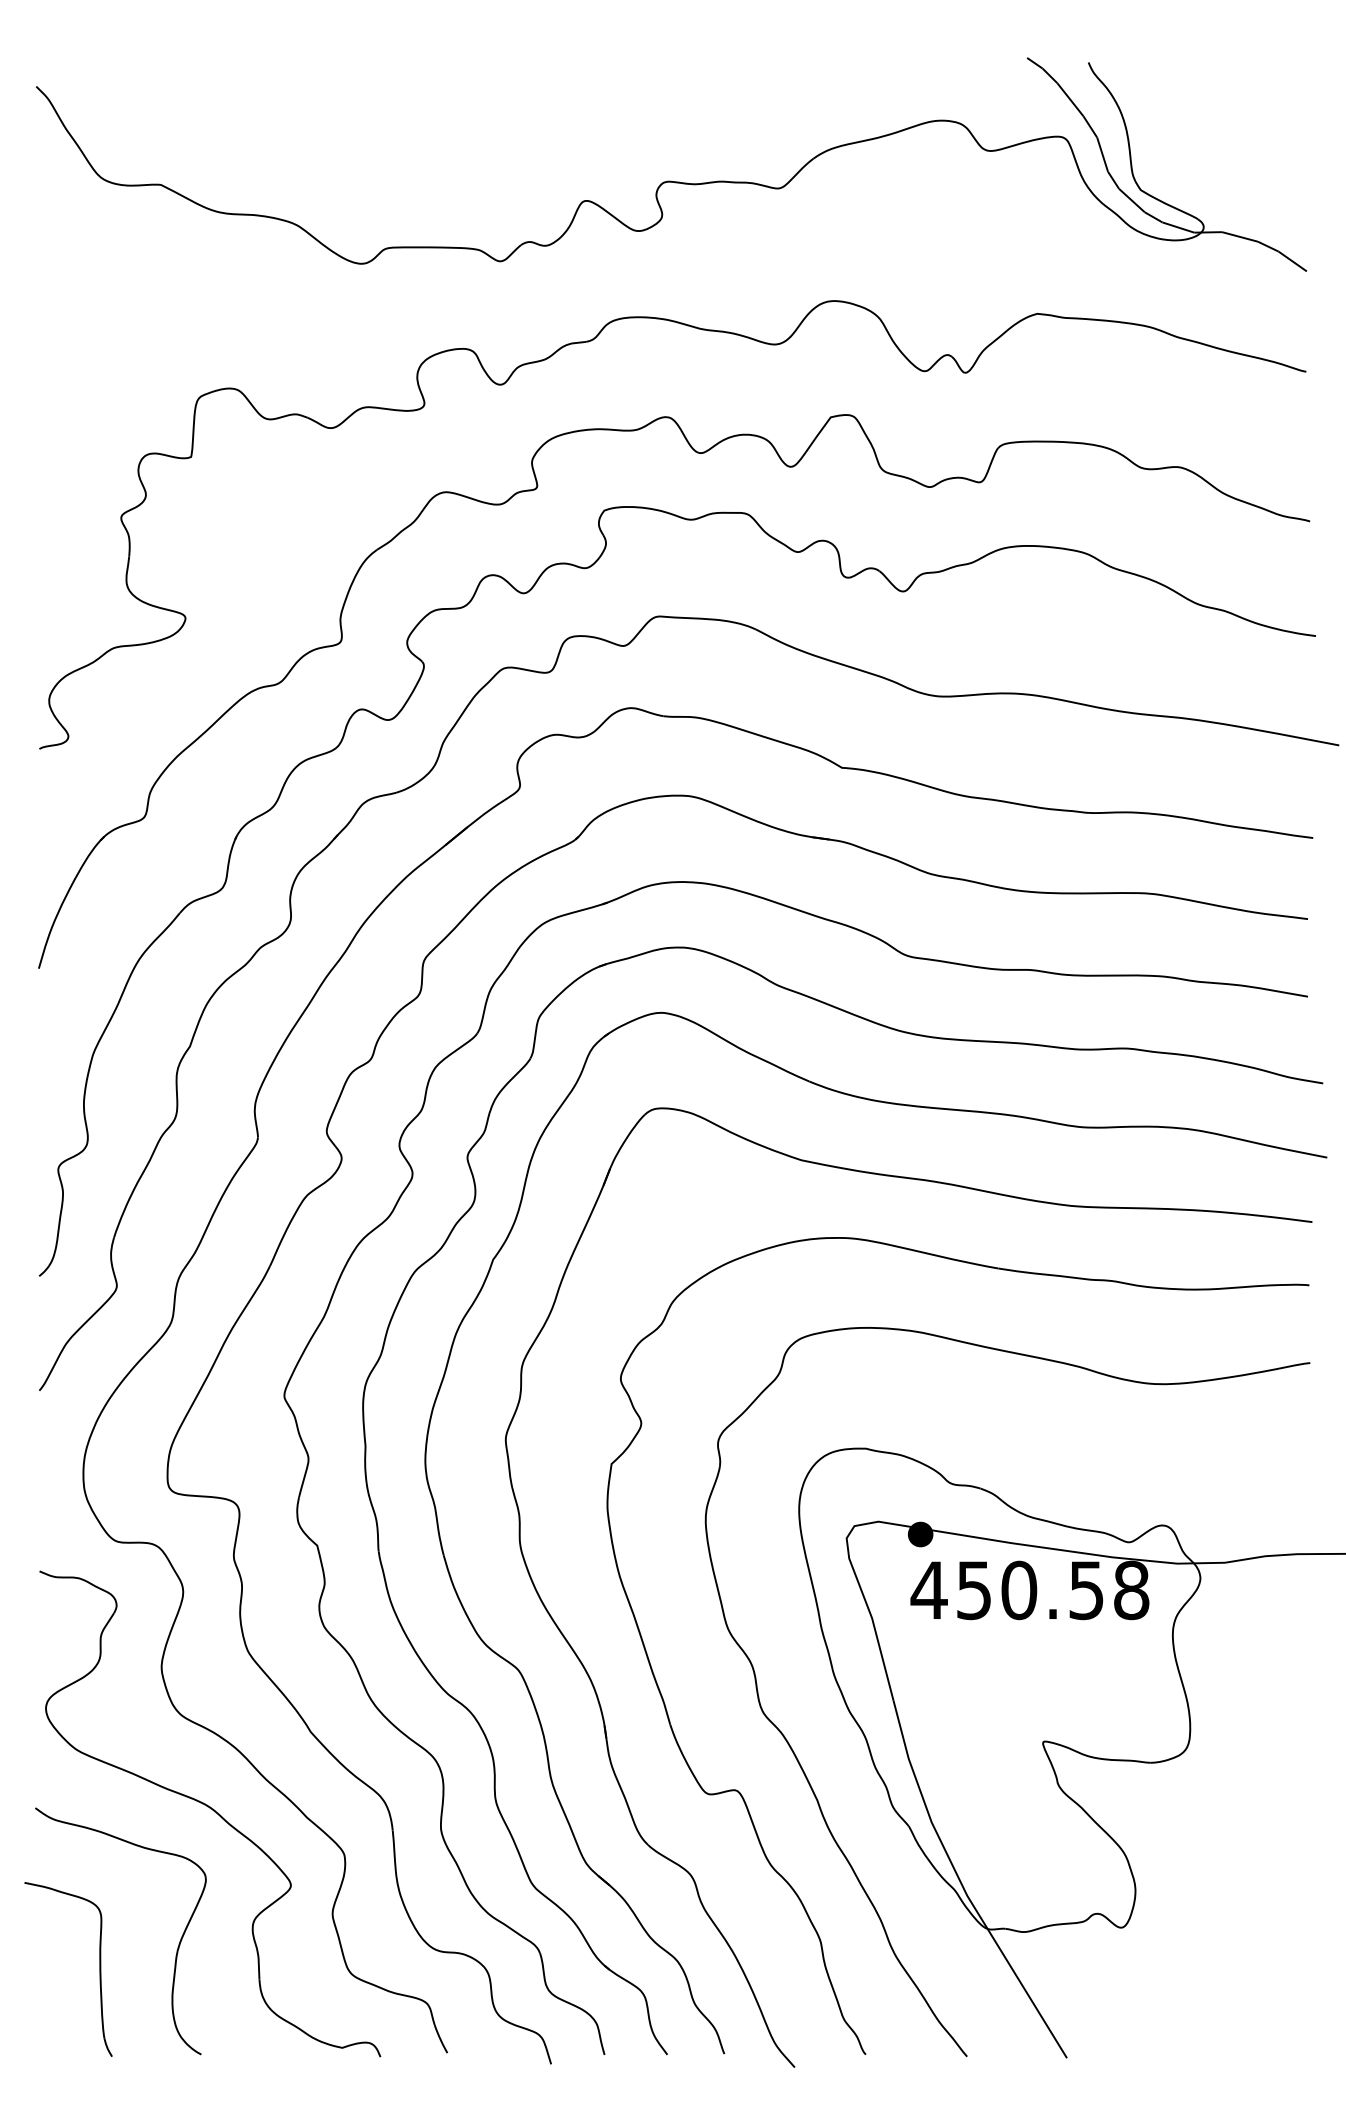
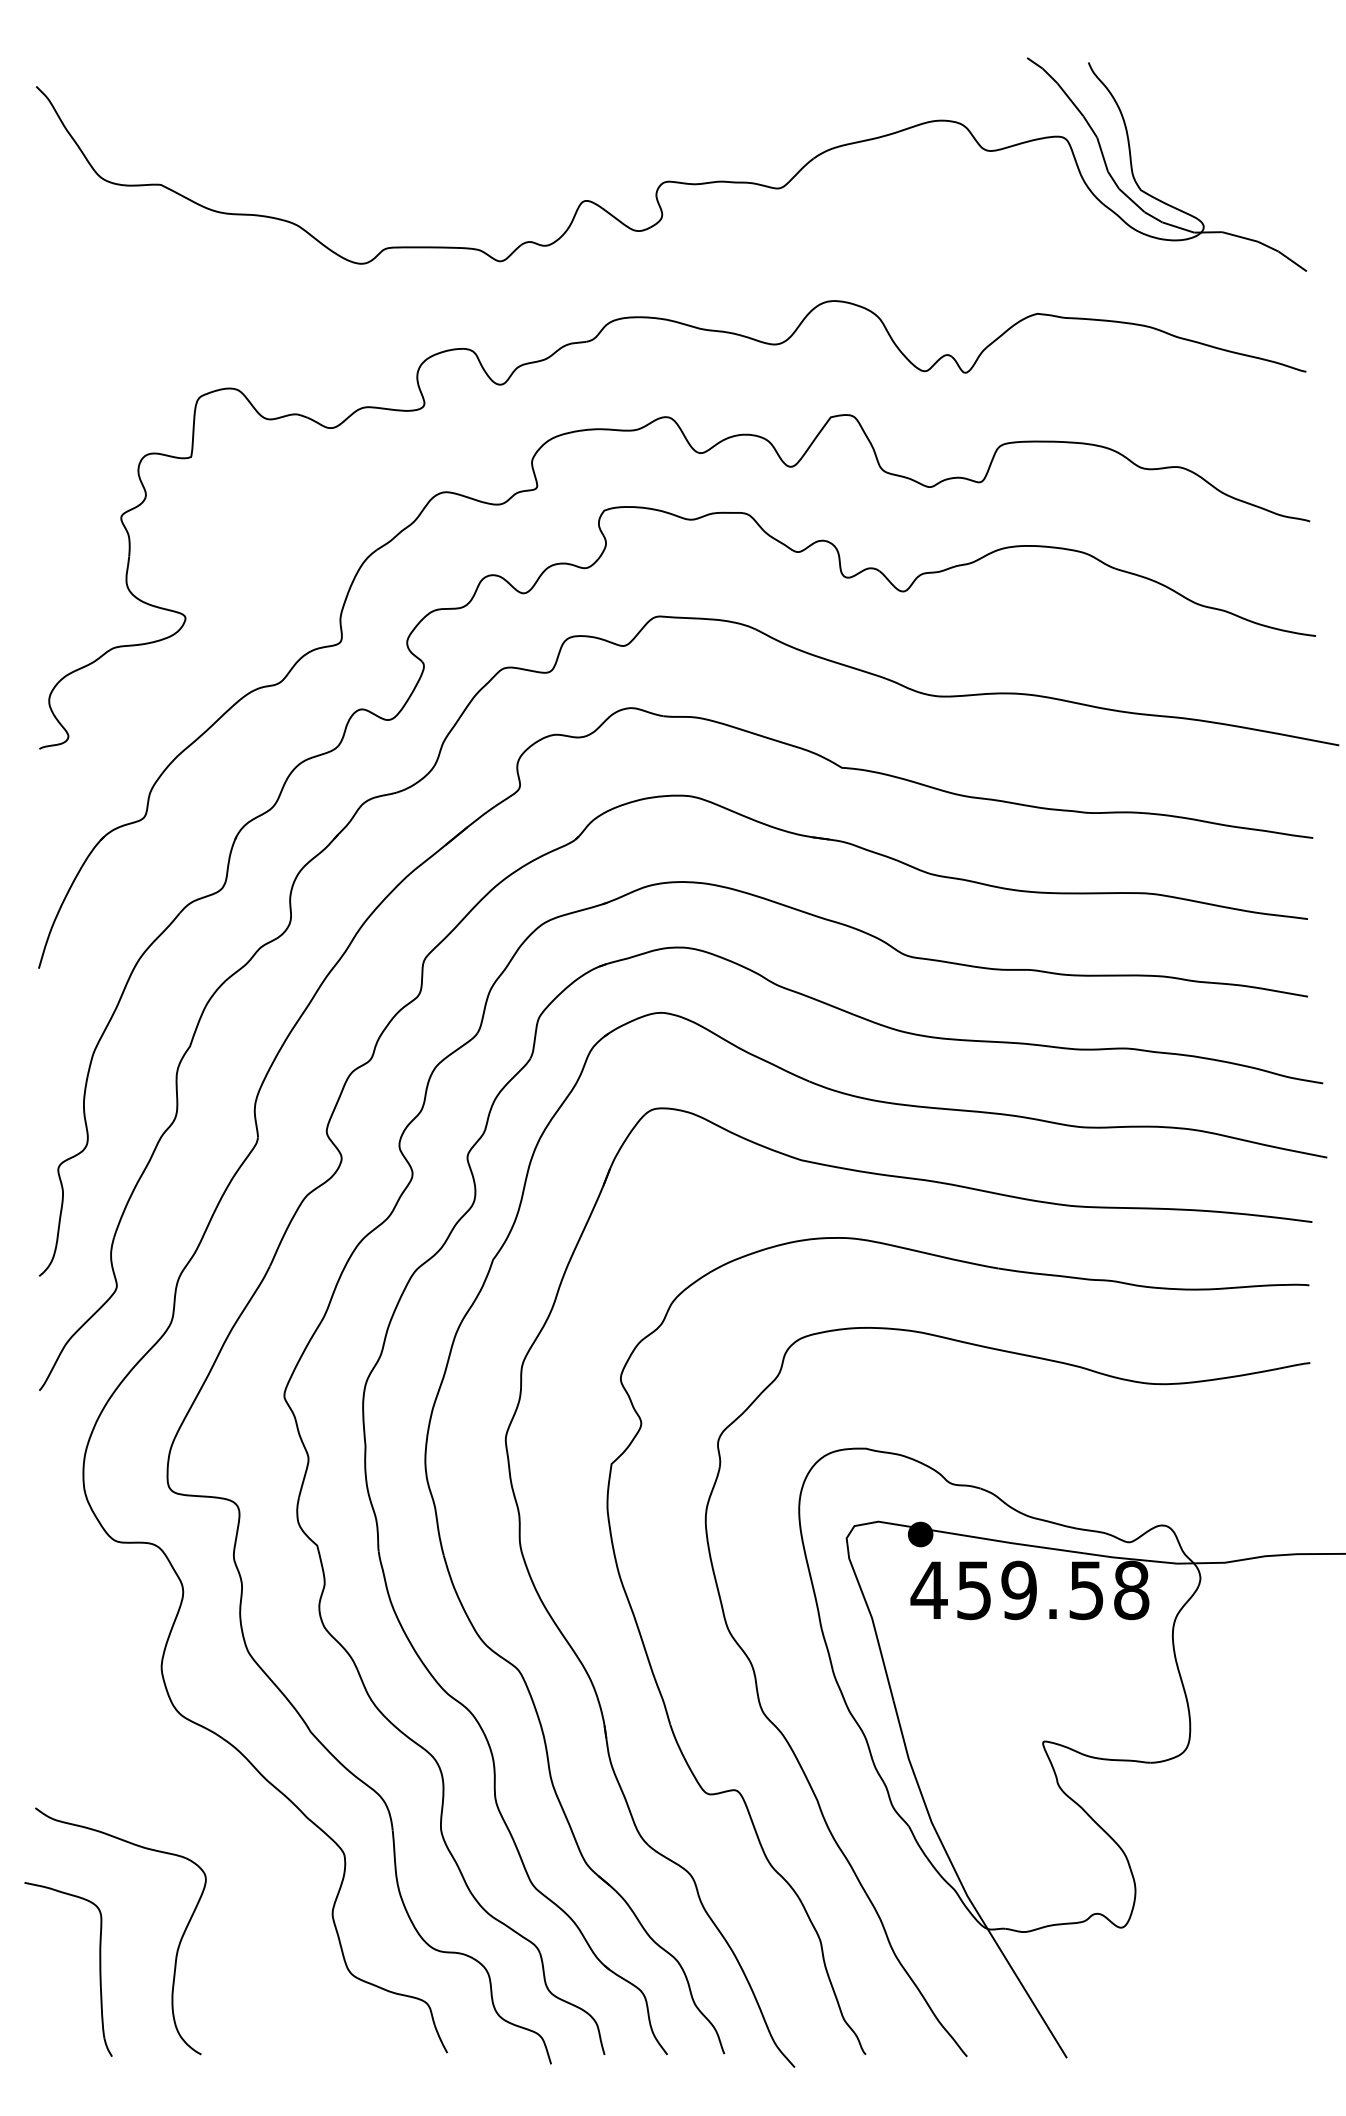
text at (1019, 1590): 450.58 -> 459.58
part at (210, 1813): present -> none
